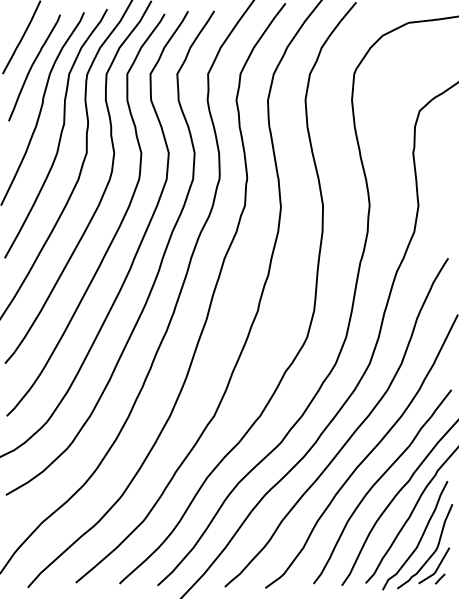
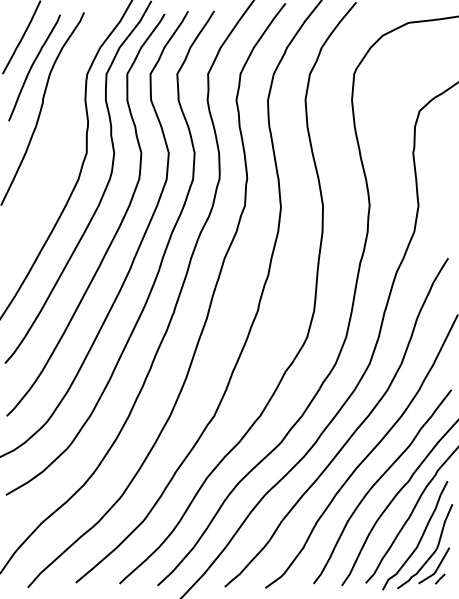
curve at (60, 133): present -> none
